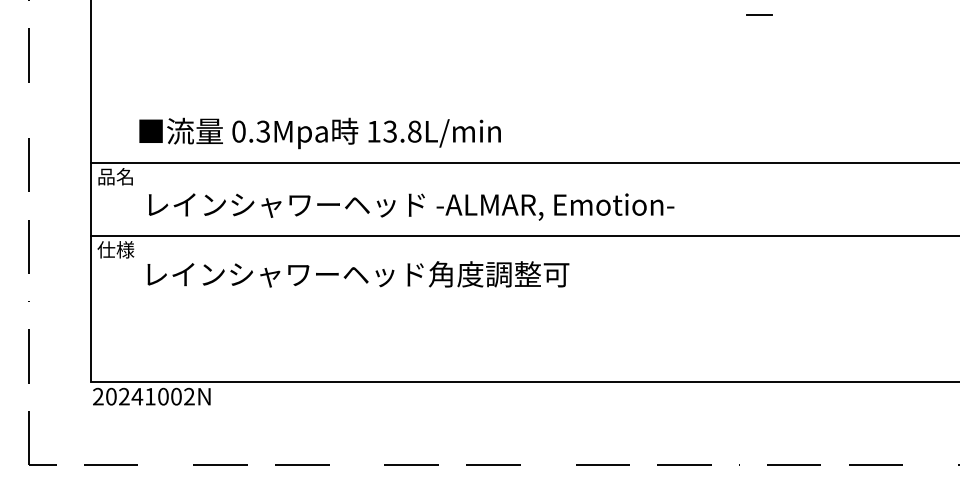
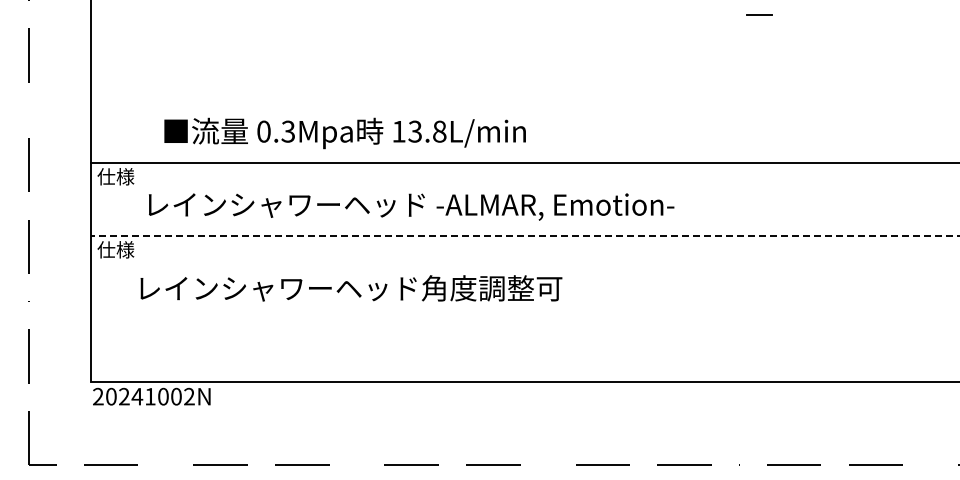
text at (319, 133) position: (319, 133) -> (344, 133)
text at (115, 176): 品名 -> 仕様
line at (524, 235): solid -> dashed
text at (358, 274) position: (358, 274) -> (351, 288)
